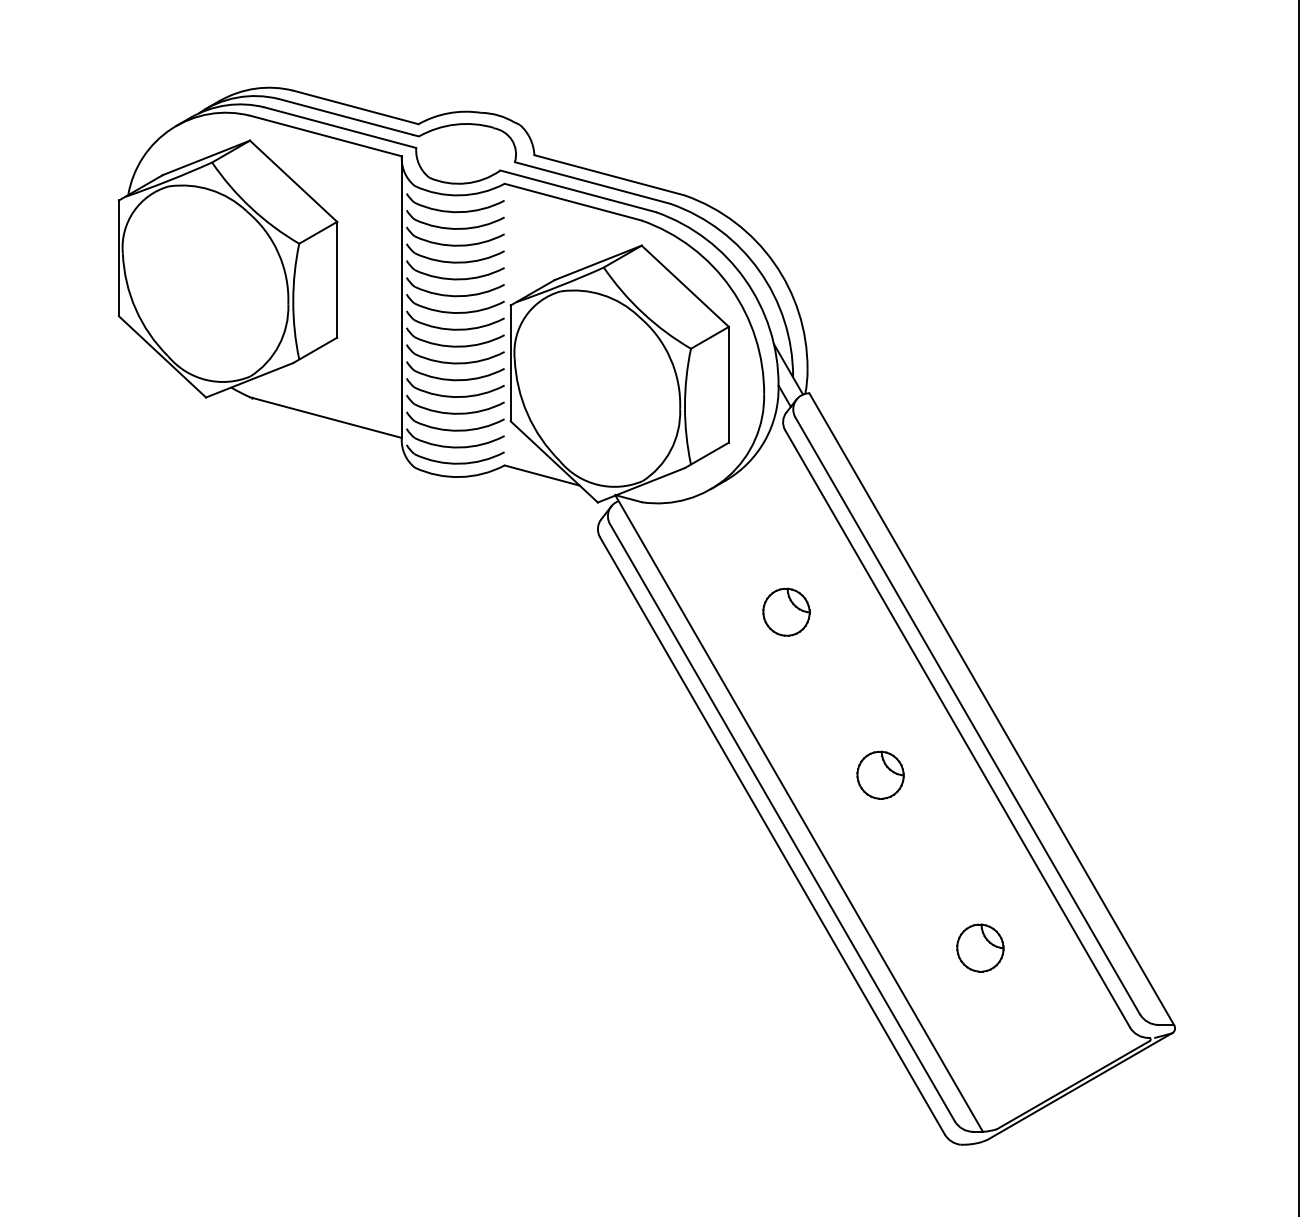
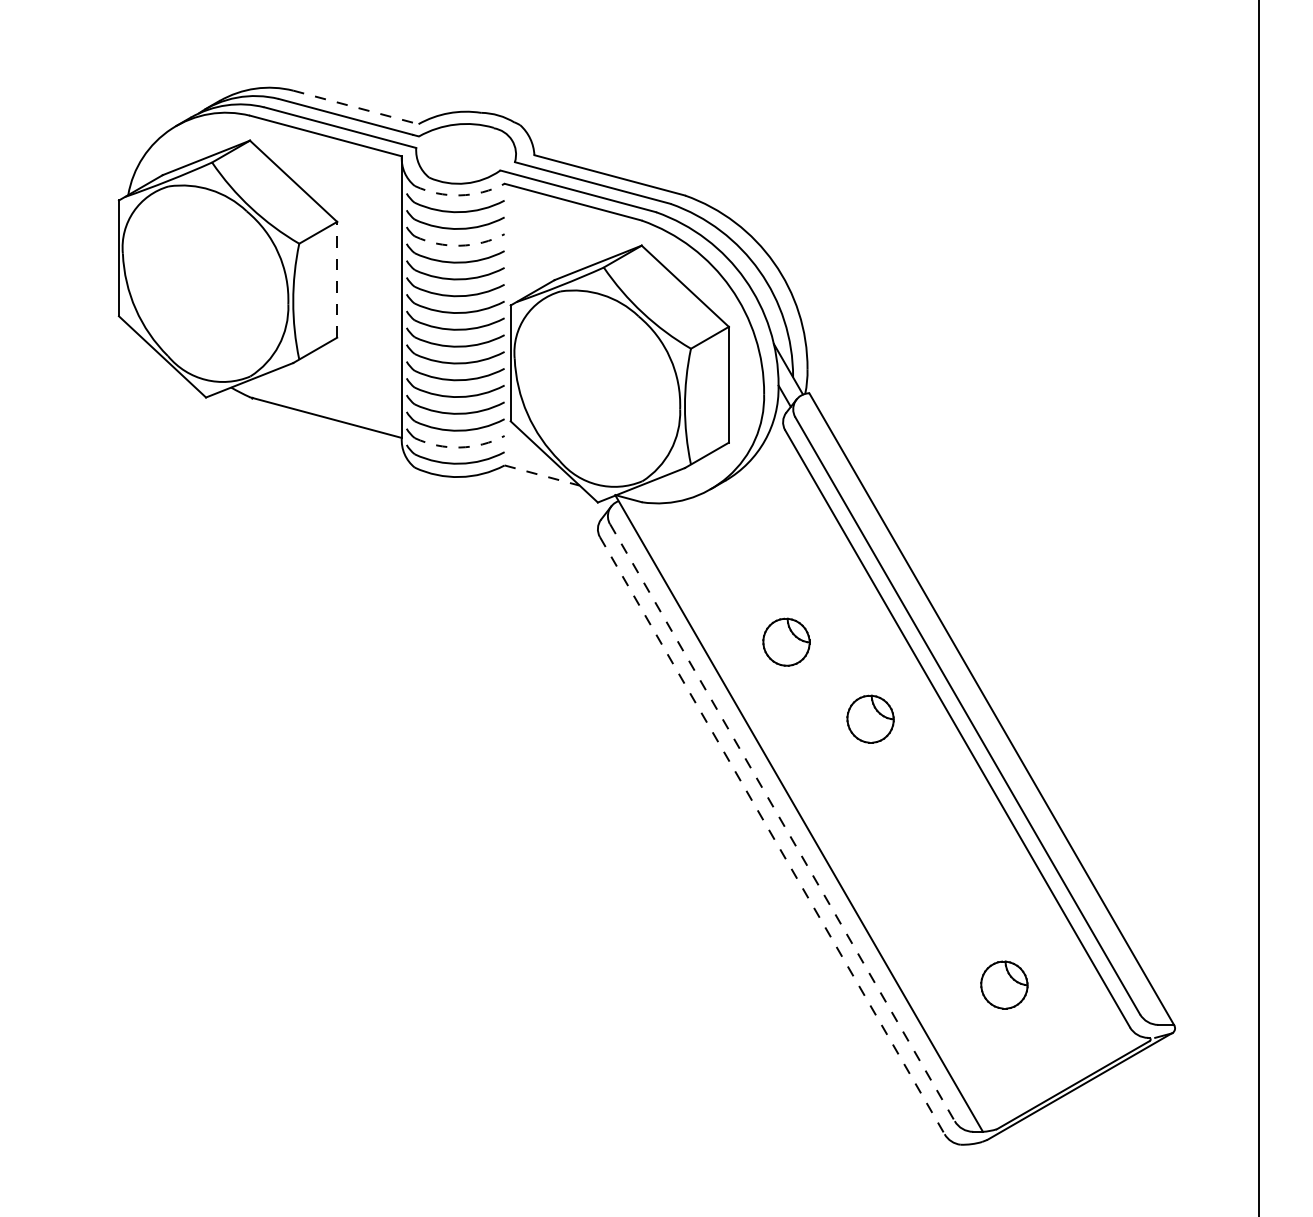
line at (355, 107): solid -> dashed
arc at (459, 195): solid -> dashed
arc at (459, 245): solid -> dashed
line at (337, 279): solid -> dashed
arc at (459, 447): solid -> dashed
line at (542, 475): solid -> dashed
line at (1298, 607) position: (1298, 607) -> (1258, 607)
part at (786, 611) position: (786, 611) -> (786, 641)
part at (880, 774) position: (880, 774) -> (870, 718)
line at (782, 822): solid -> dashed
line at (772, 835): solid -> dashed
part at (980, 947) position: (980, 947) -> (1004, 984)
